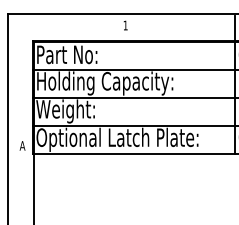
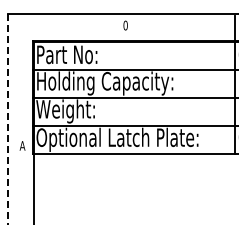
text at (125, 25): 1 -> 0
line at (8, 119): solid -> dashed
